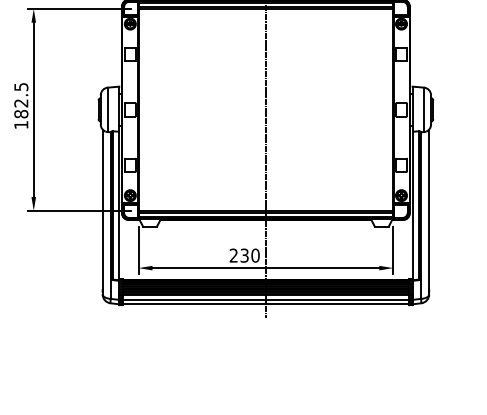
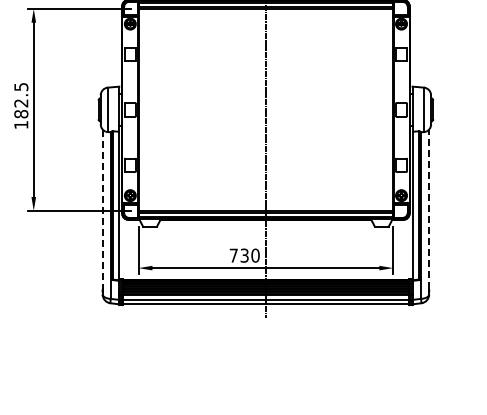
line at (102, 209): solid -> dashed
line at (429, 209): solid -> dashed
text at (233, 255): 230 -> 730
